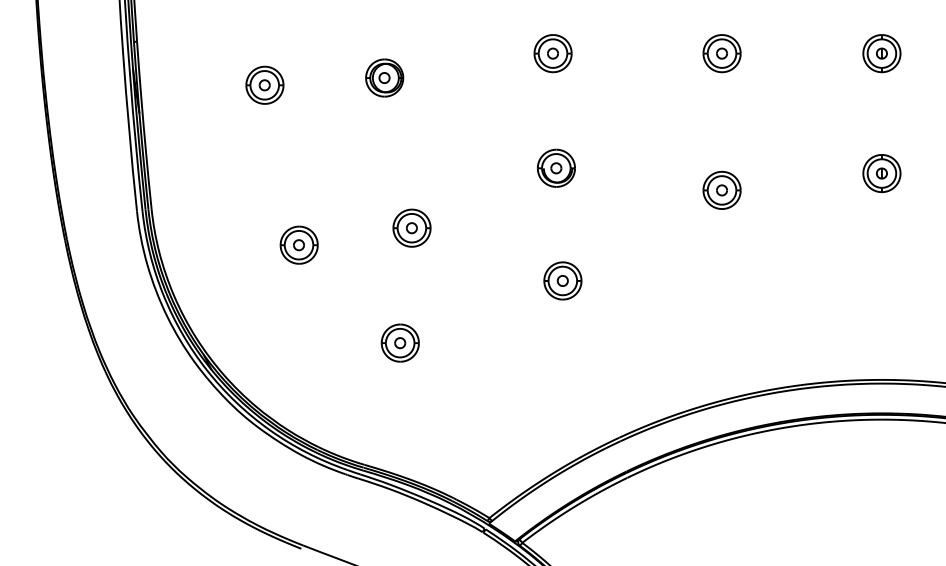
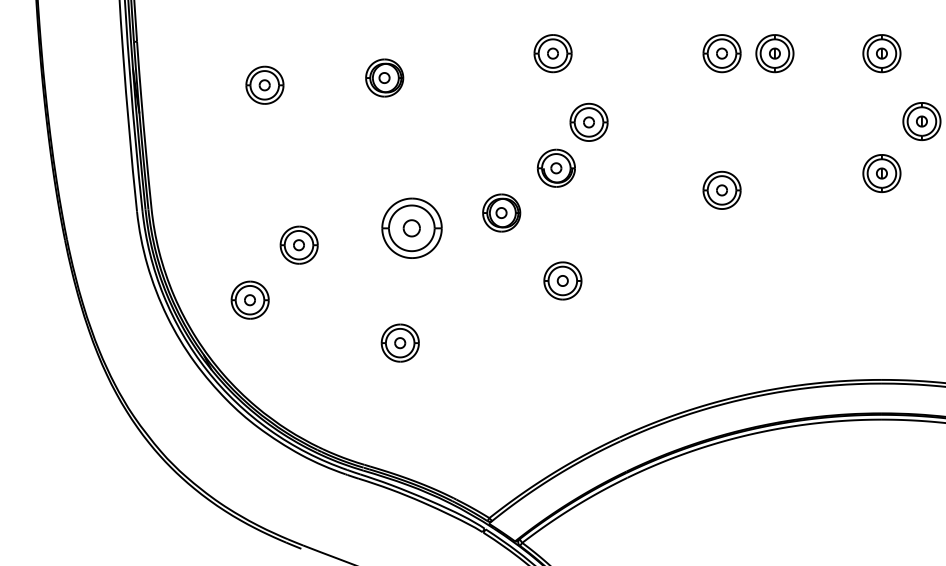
part at (774, 53): none -> present
part at (588, 121): none -> present
part at (921, 121): none -> present
part at (501, 212): none -> present
part at (411, 227) size: 40x40 px -> 62x62 px
part at (249, 299): none -> present
